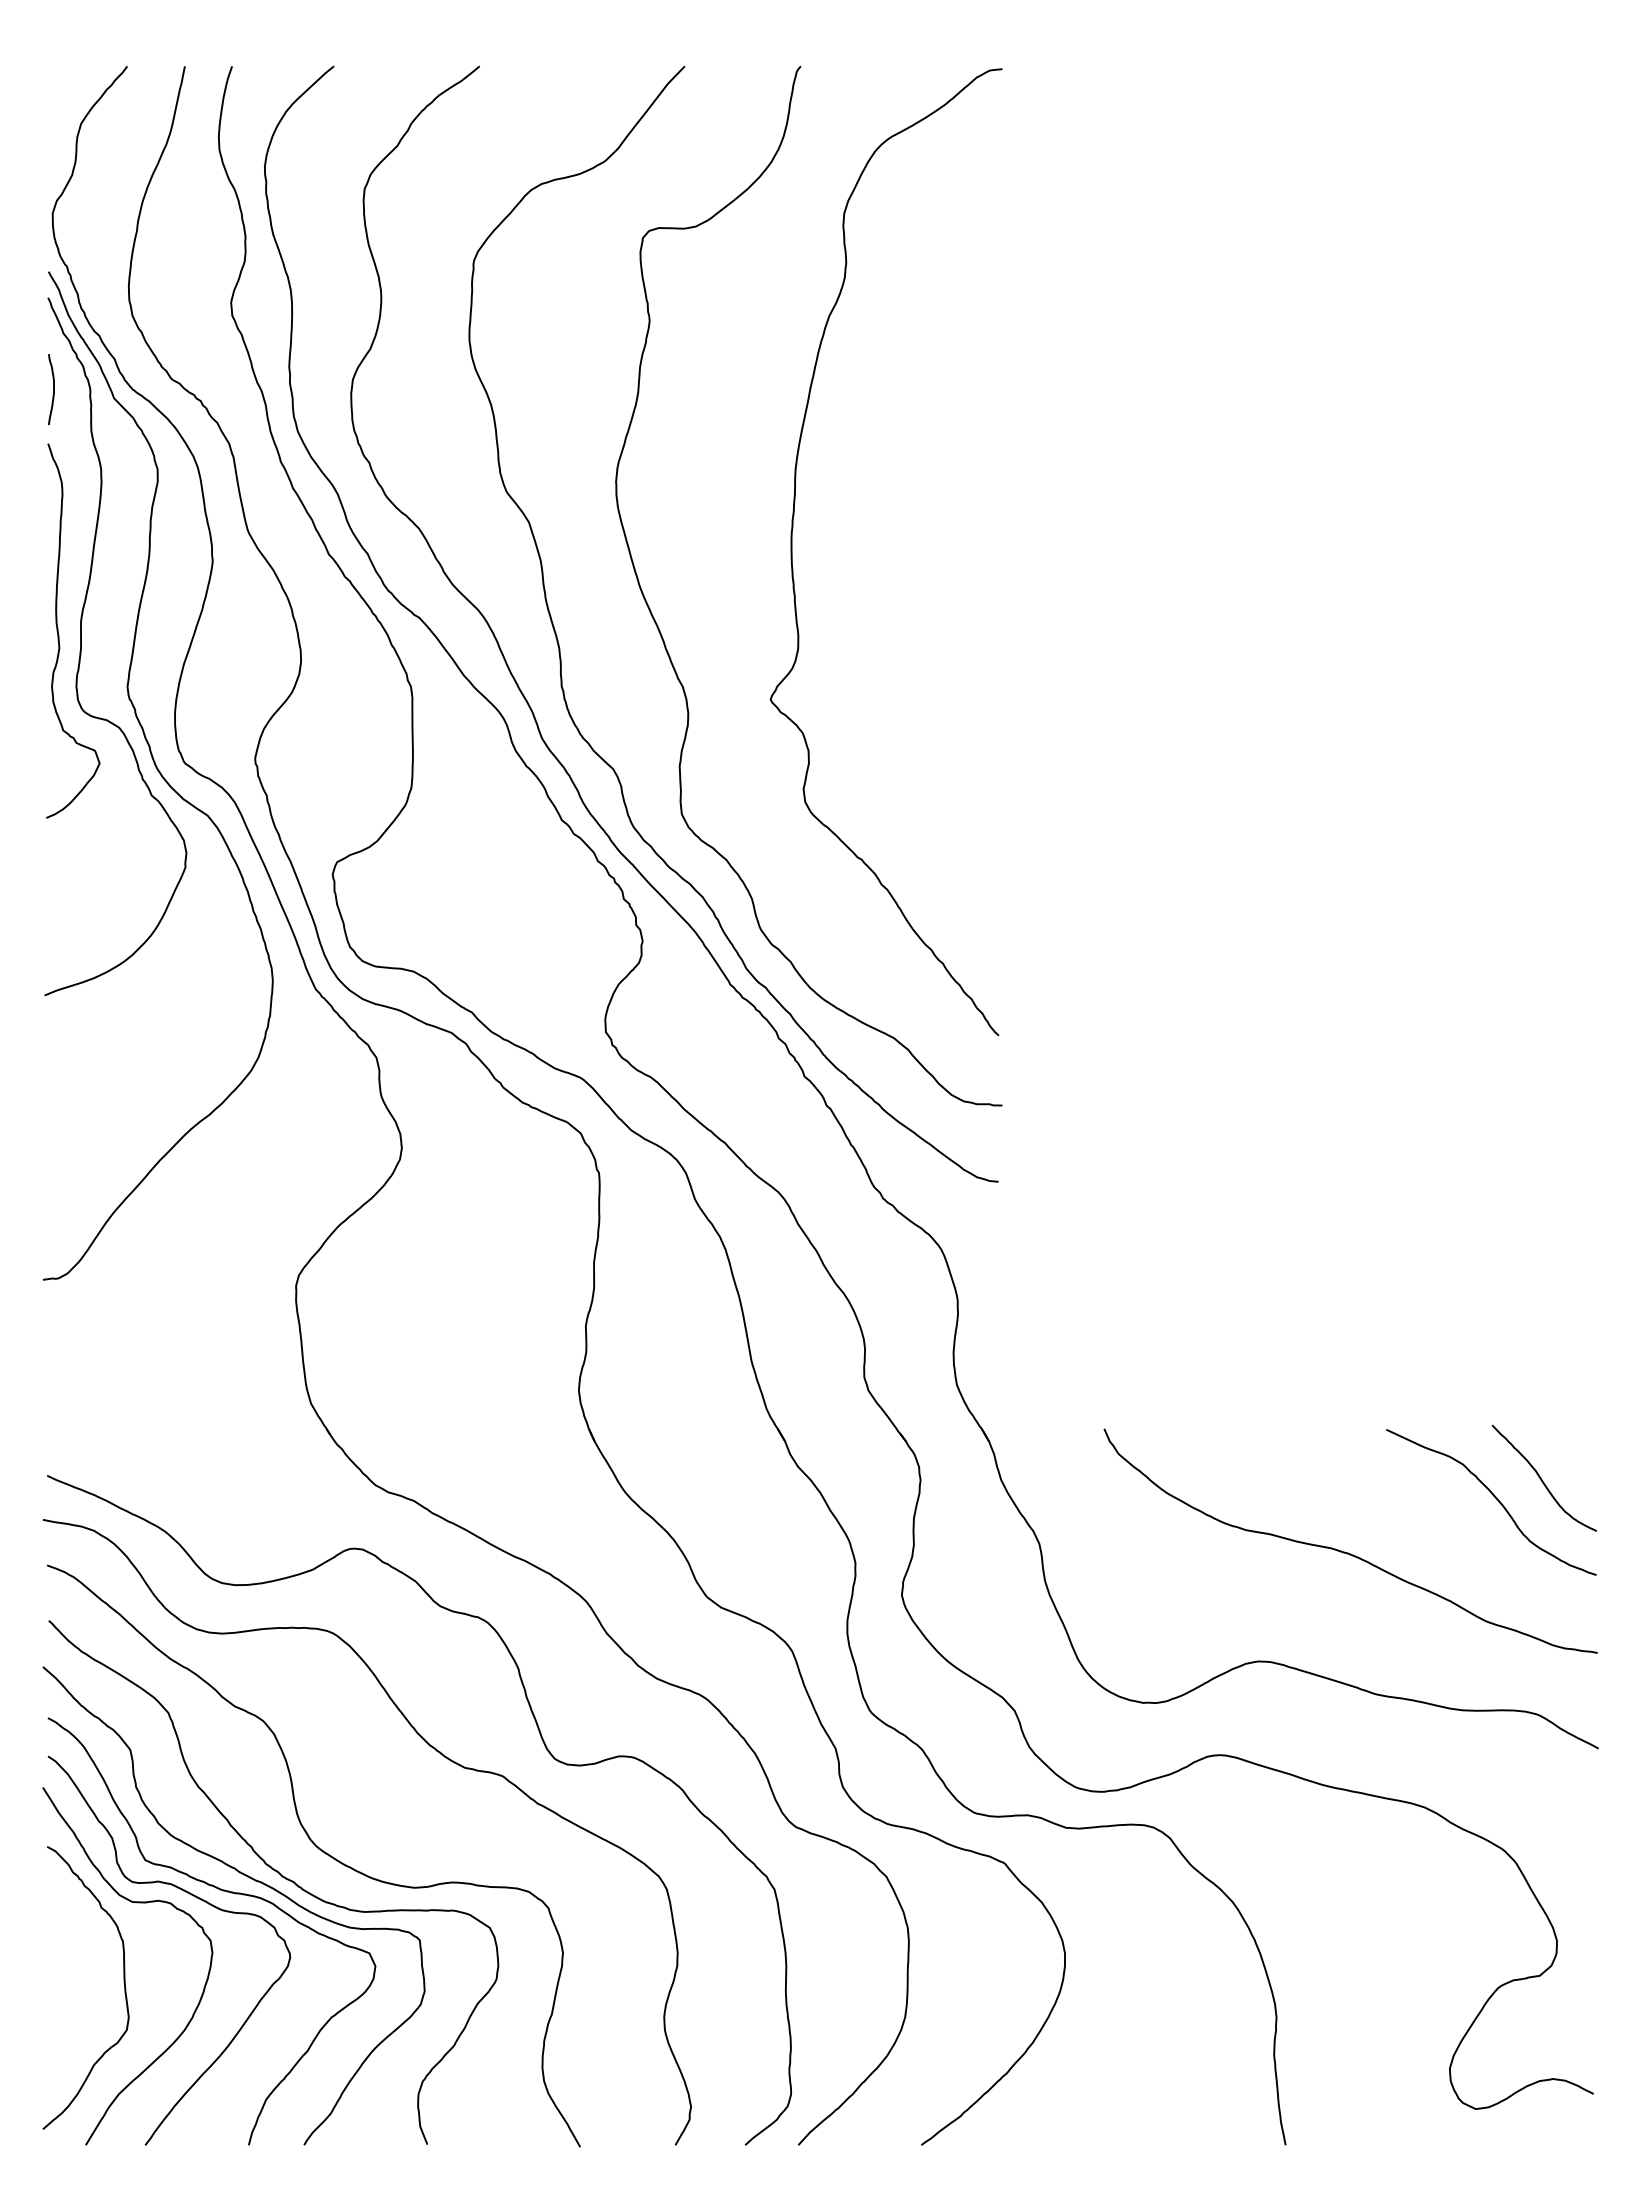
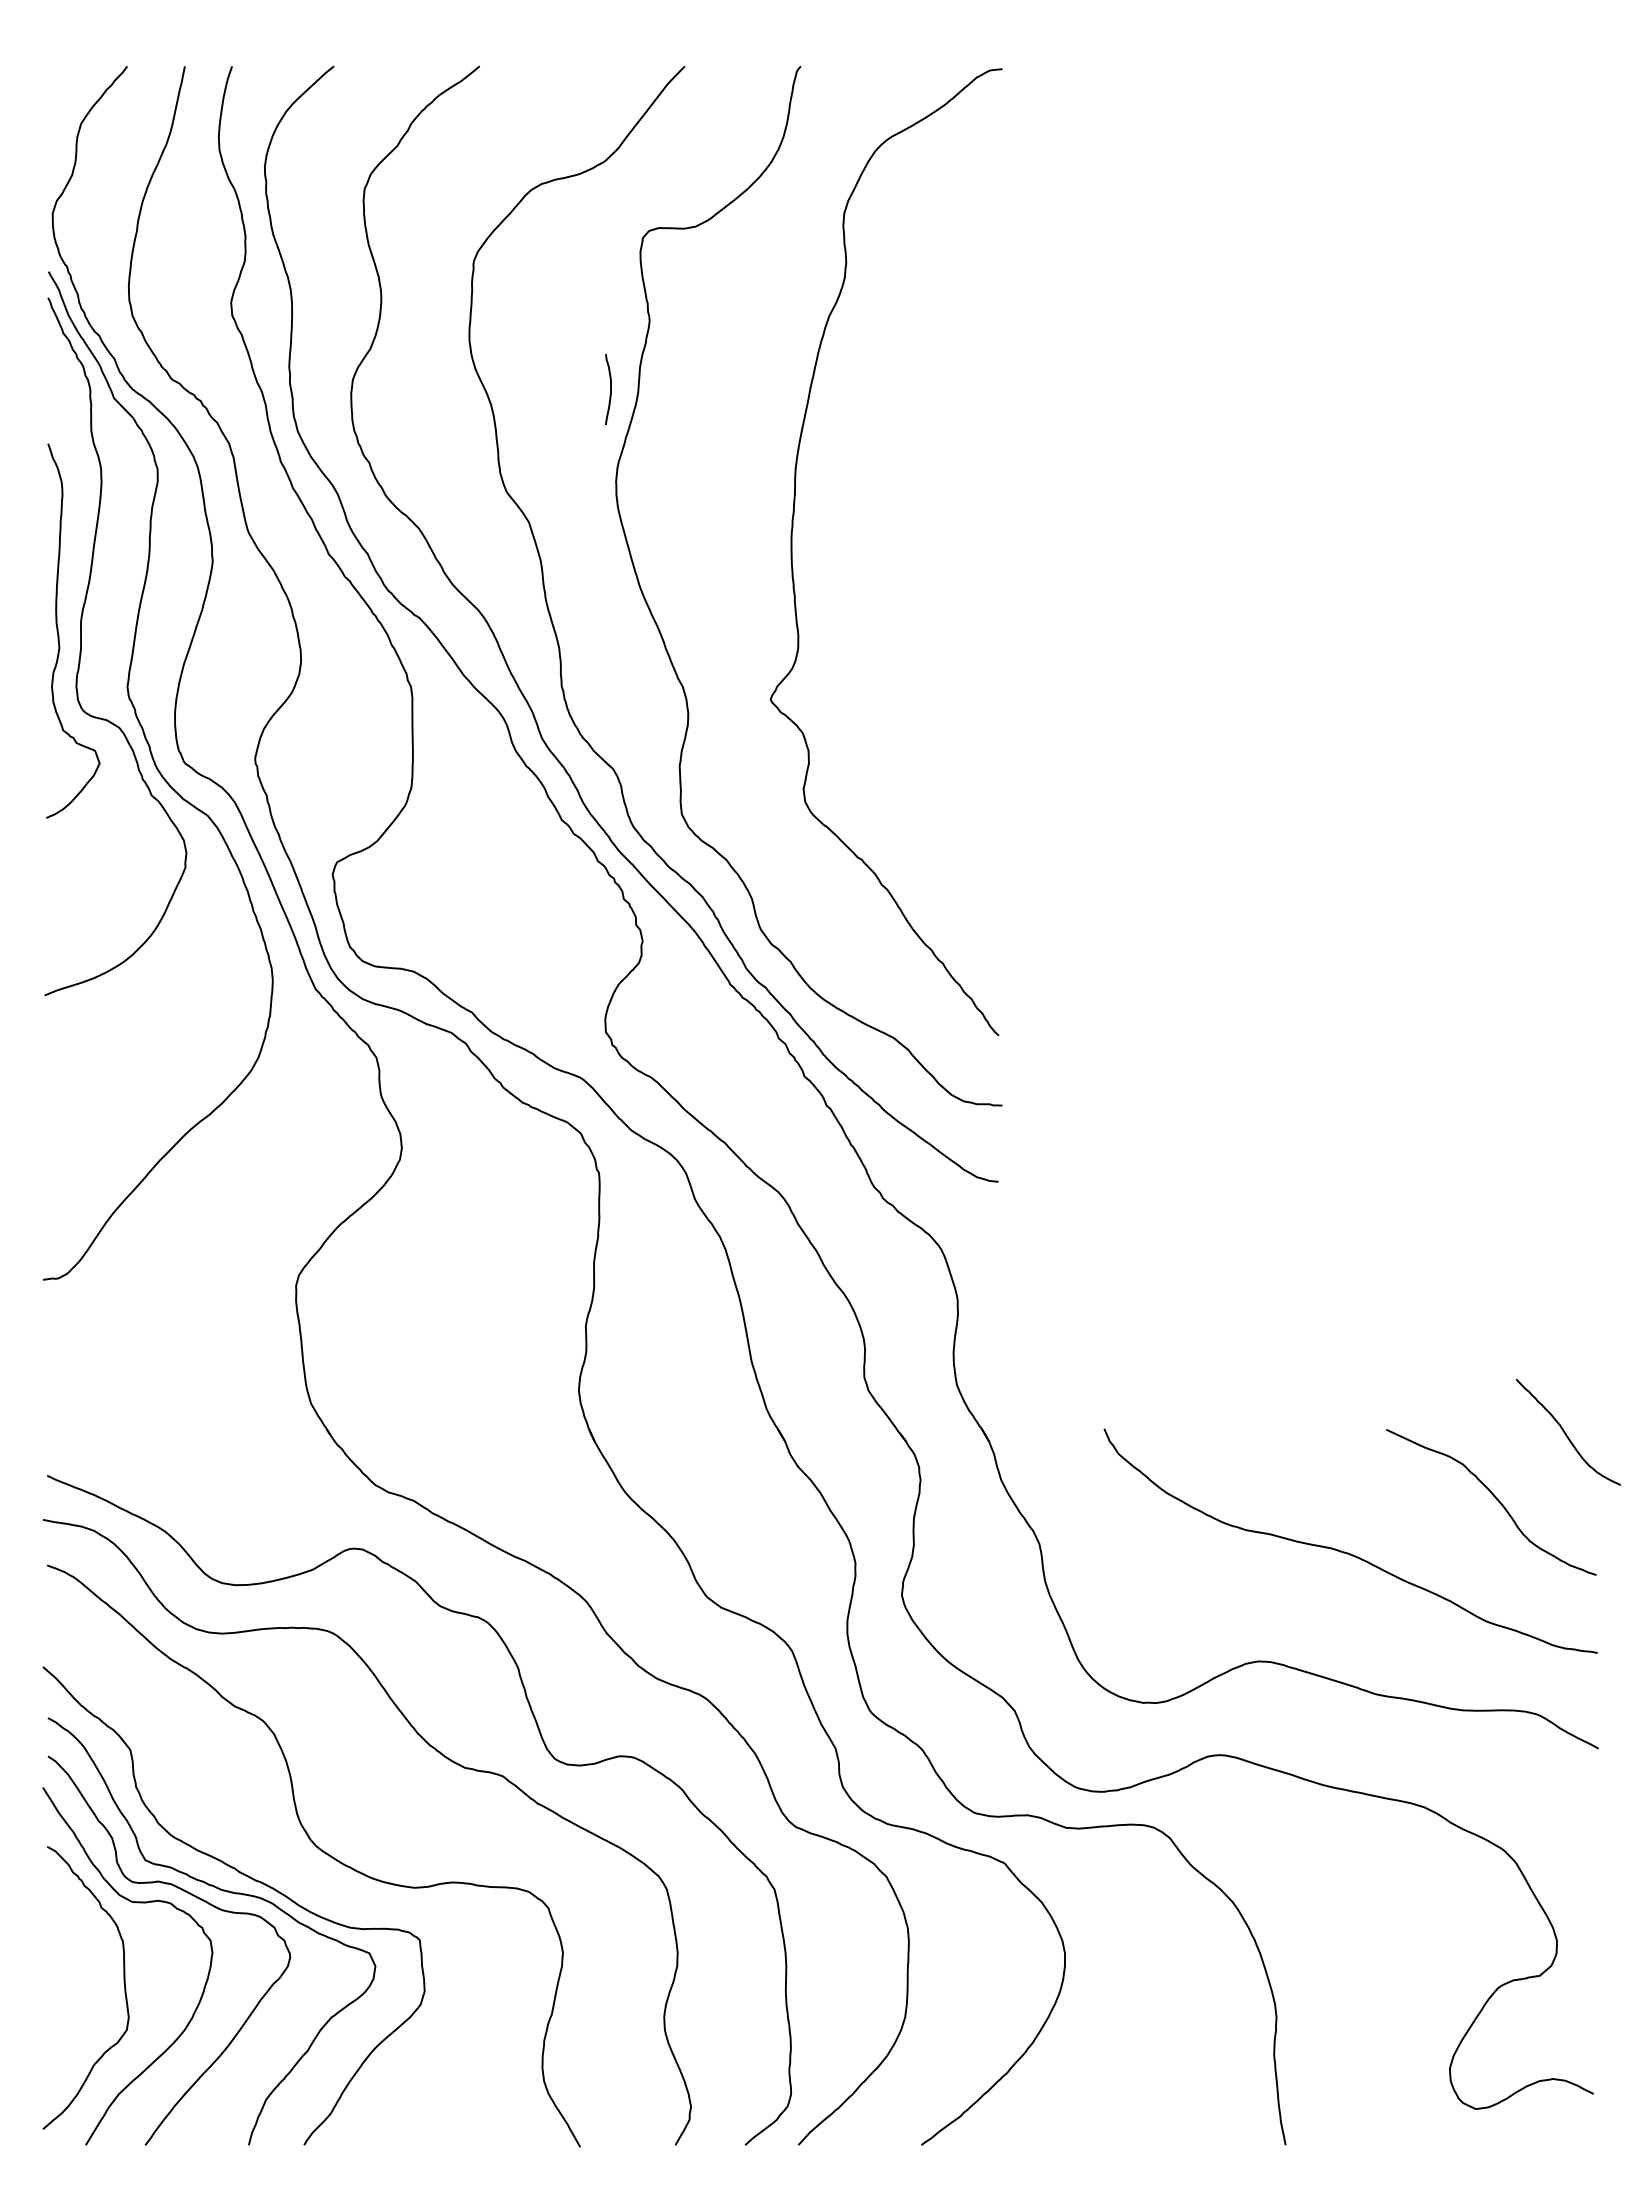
curve at (53, 389) position: (53, 389) -> (610, 389)
curve at (1541, 1477) position: (1541, 1477) -> (1565, 1431)
curve at (280, 1875): present -> none
